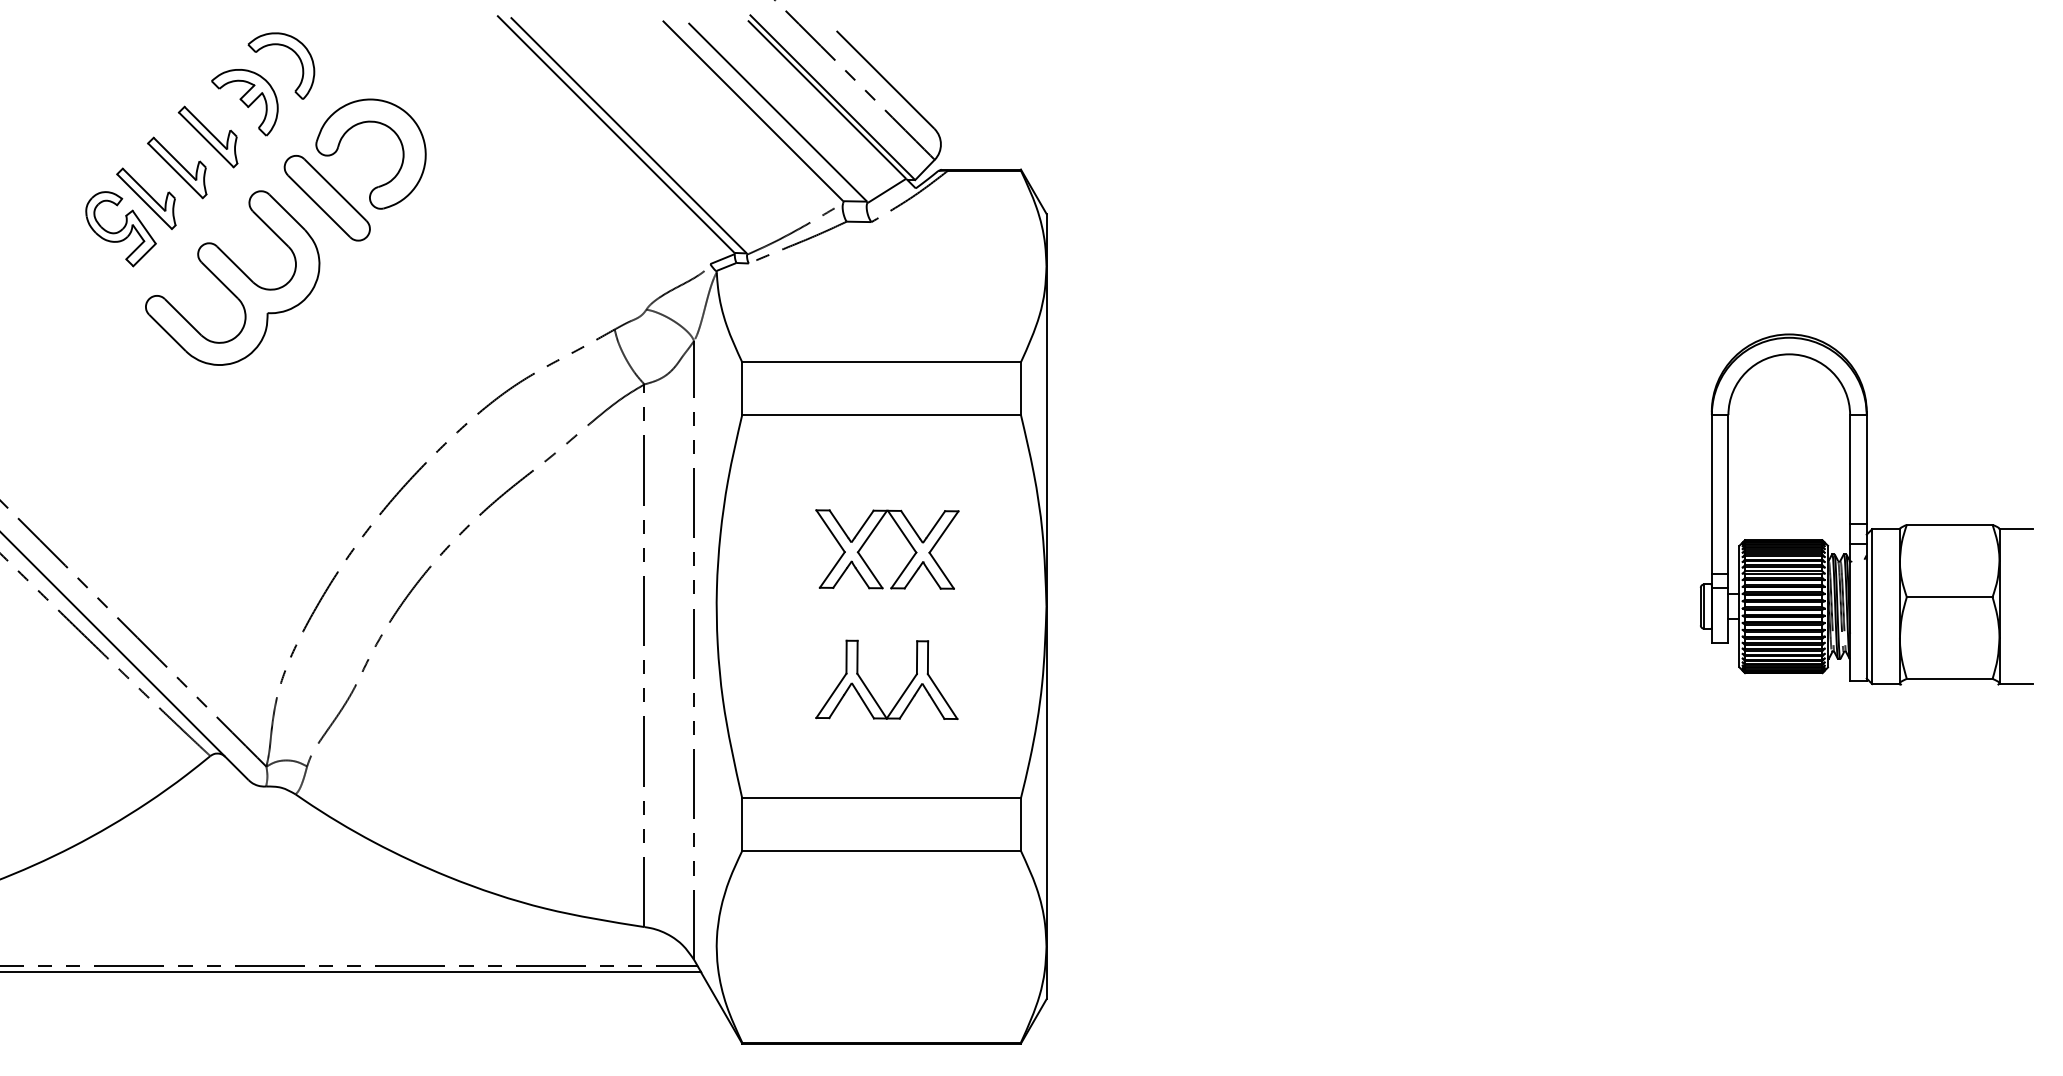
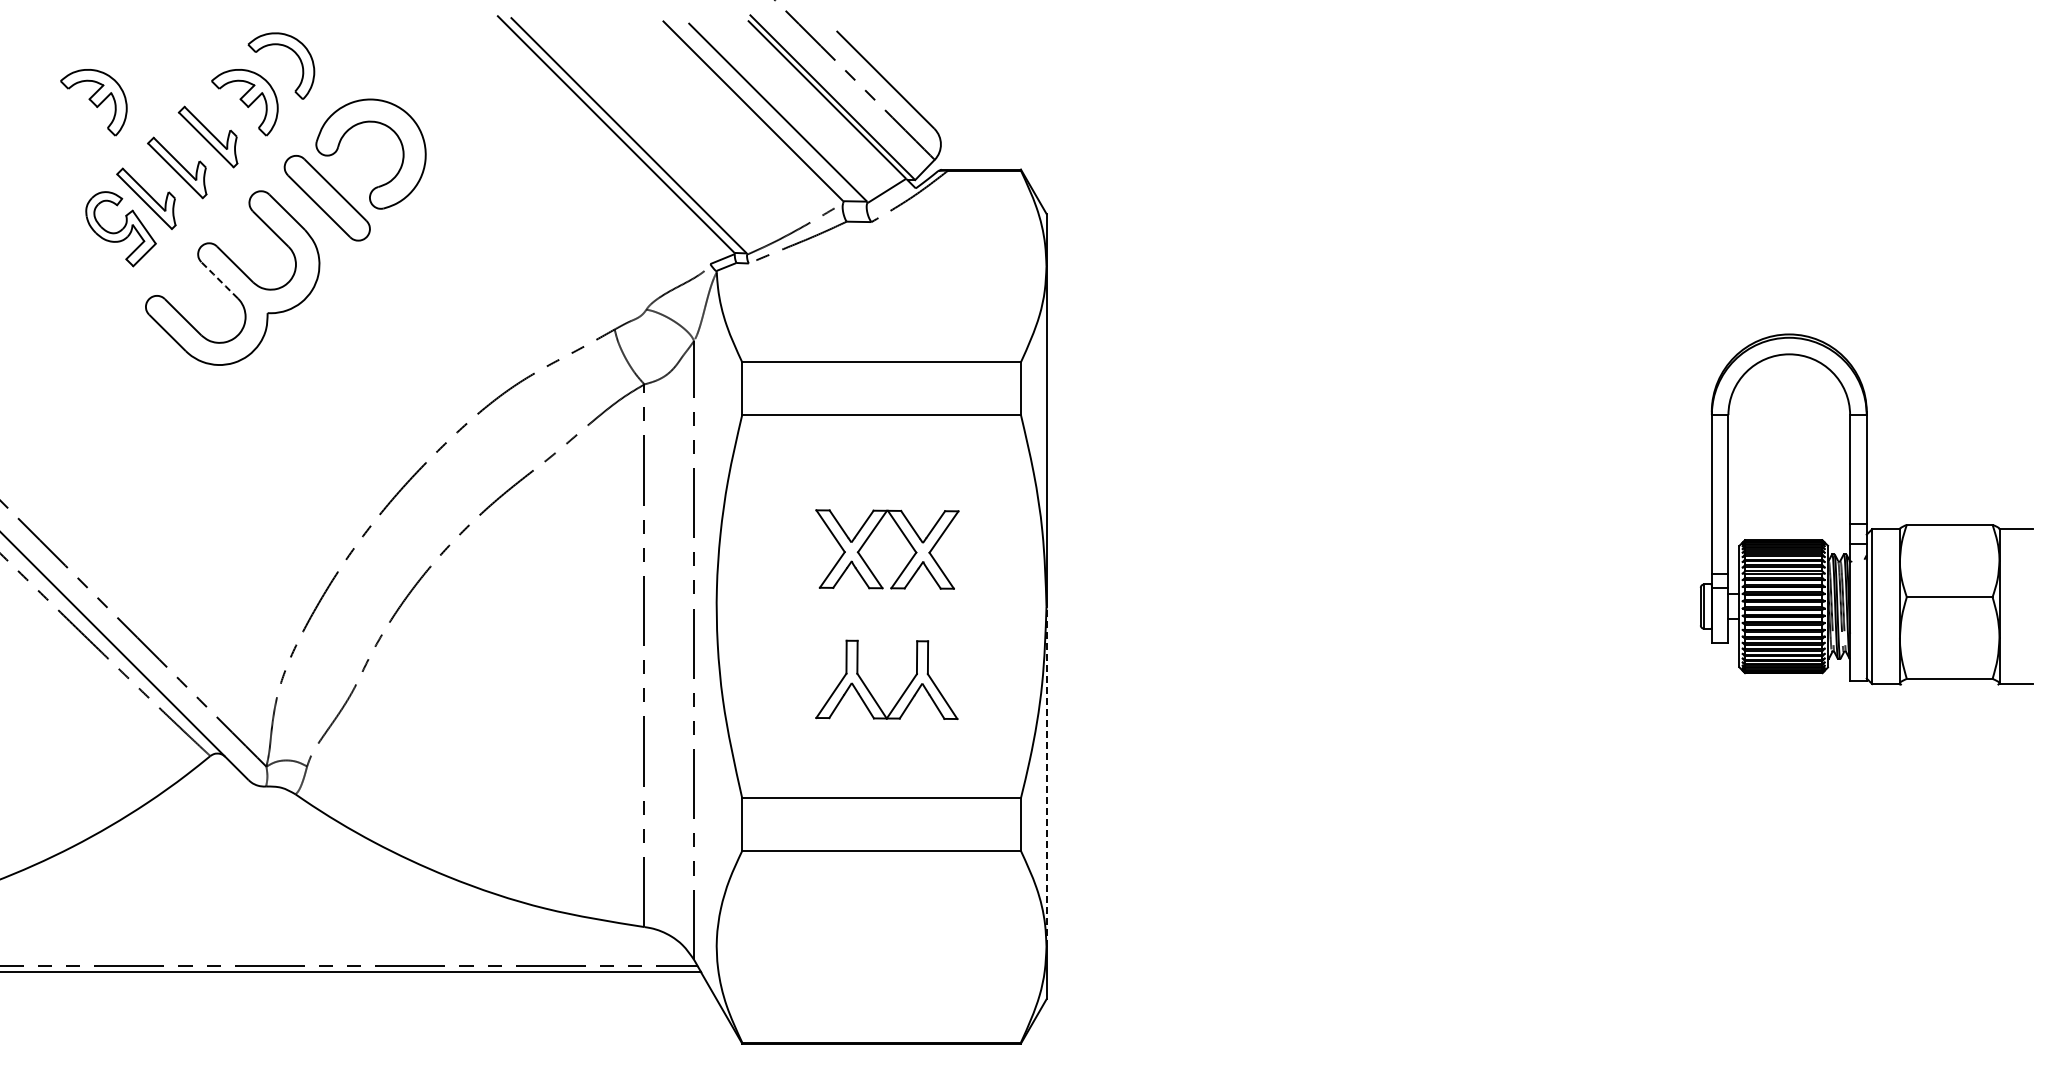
part at (93, 102): none -> present
line at (219, 280): solid -> dashed
line at (1046, 776): solid -> dashed
